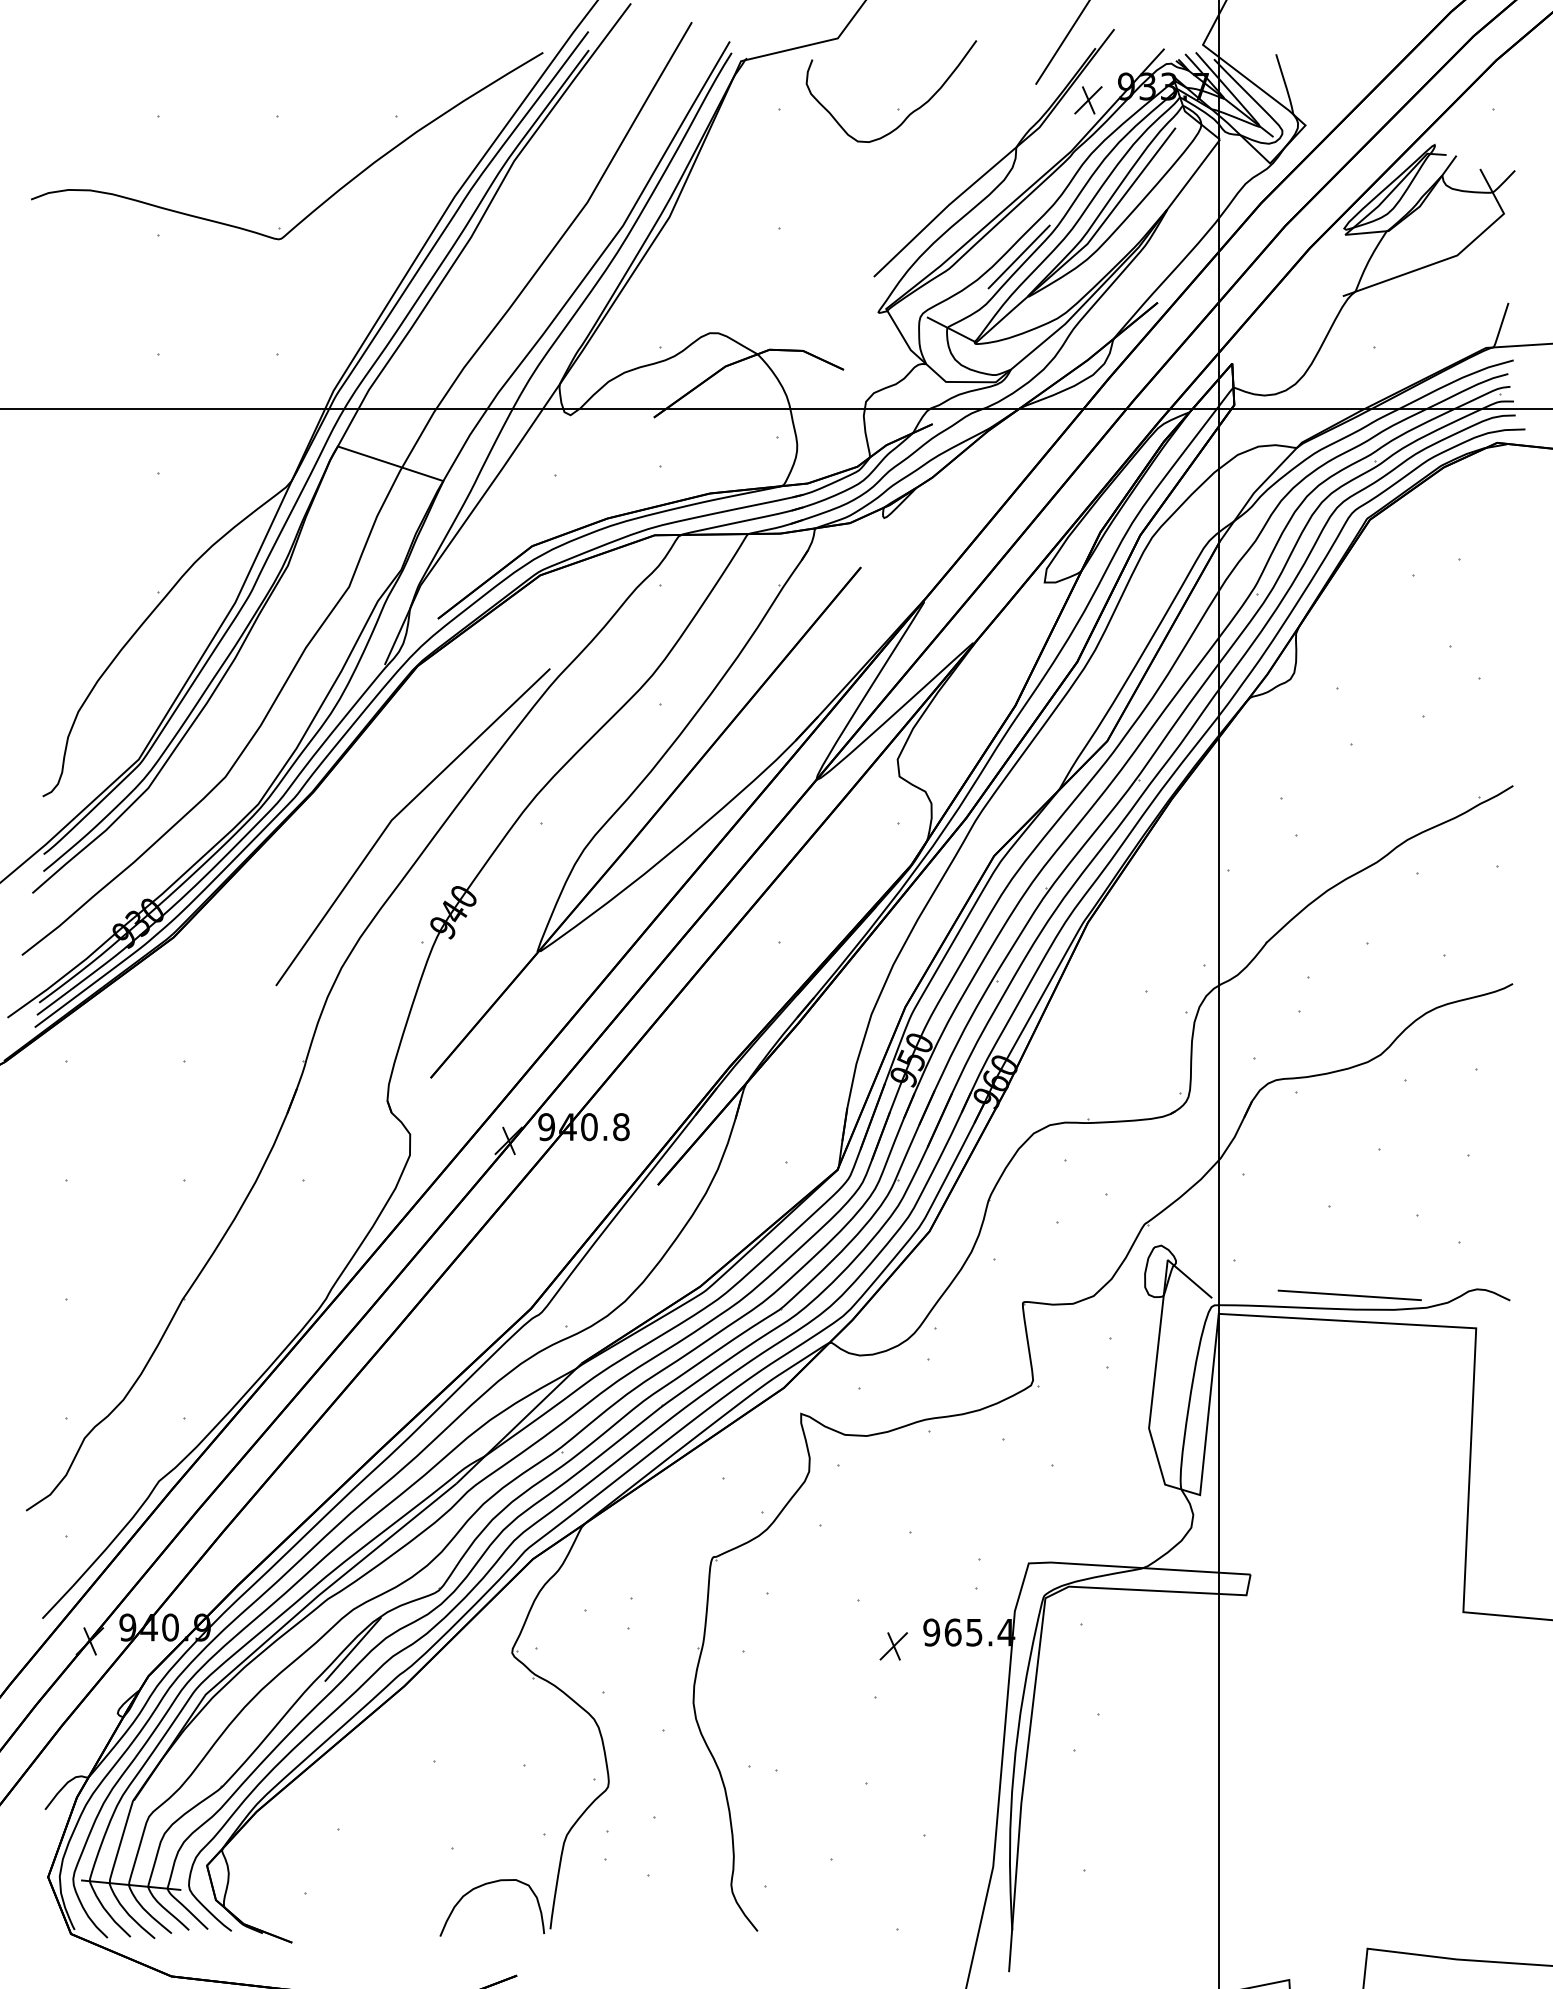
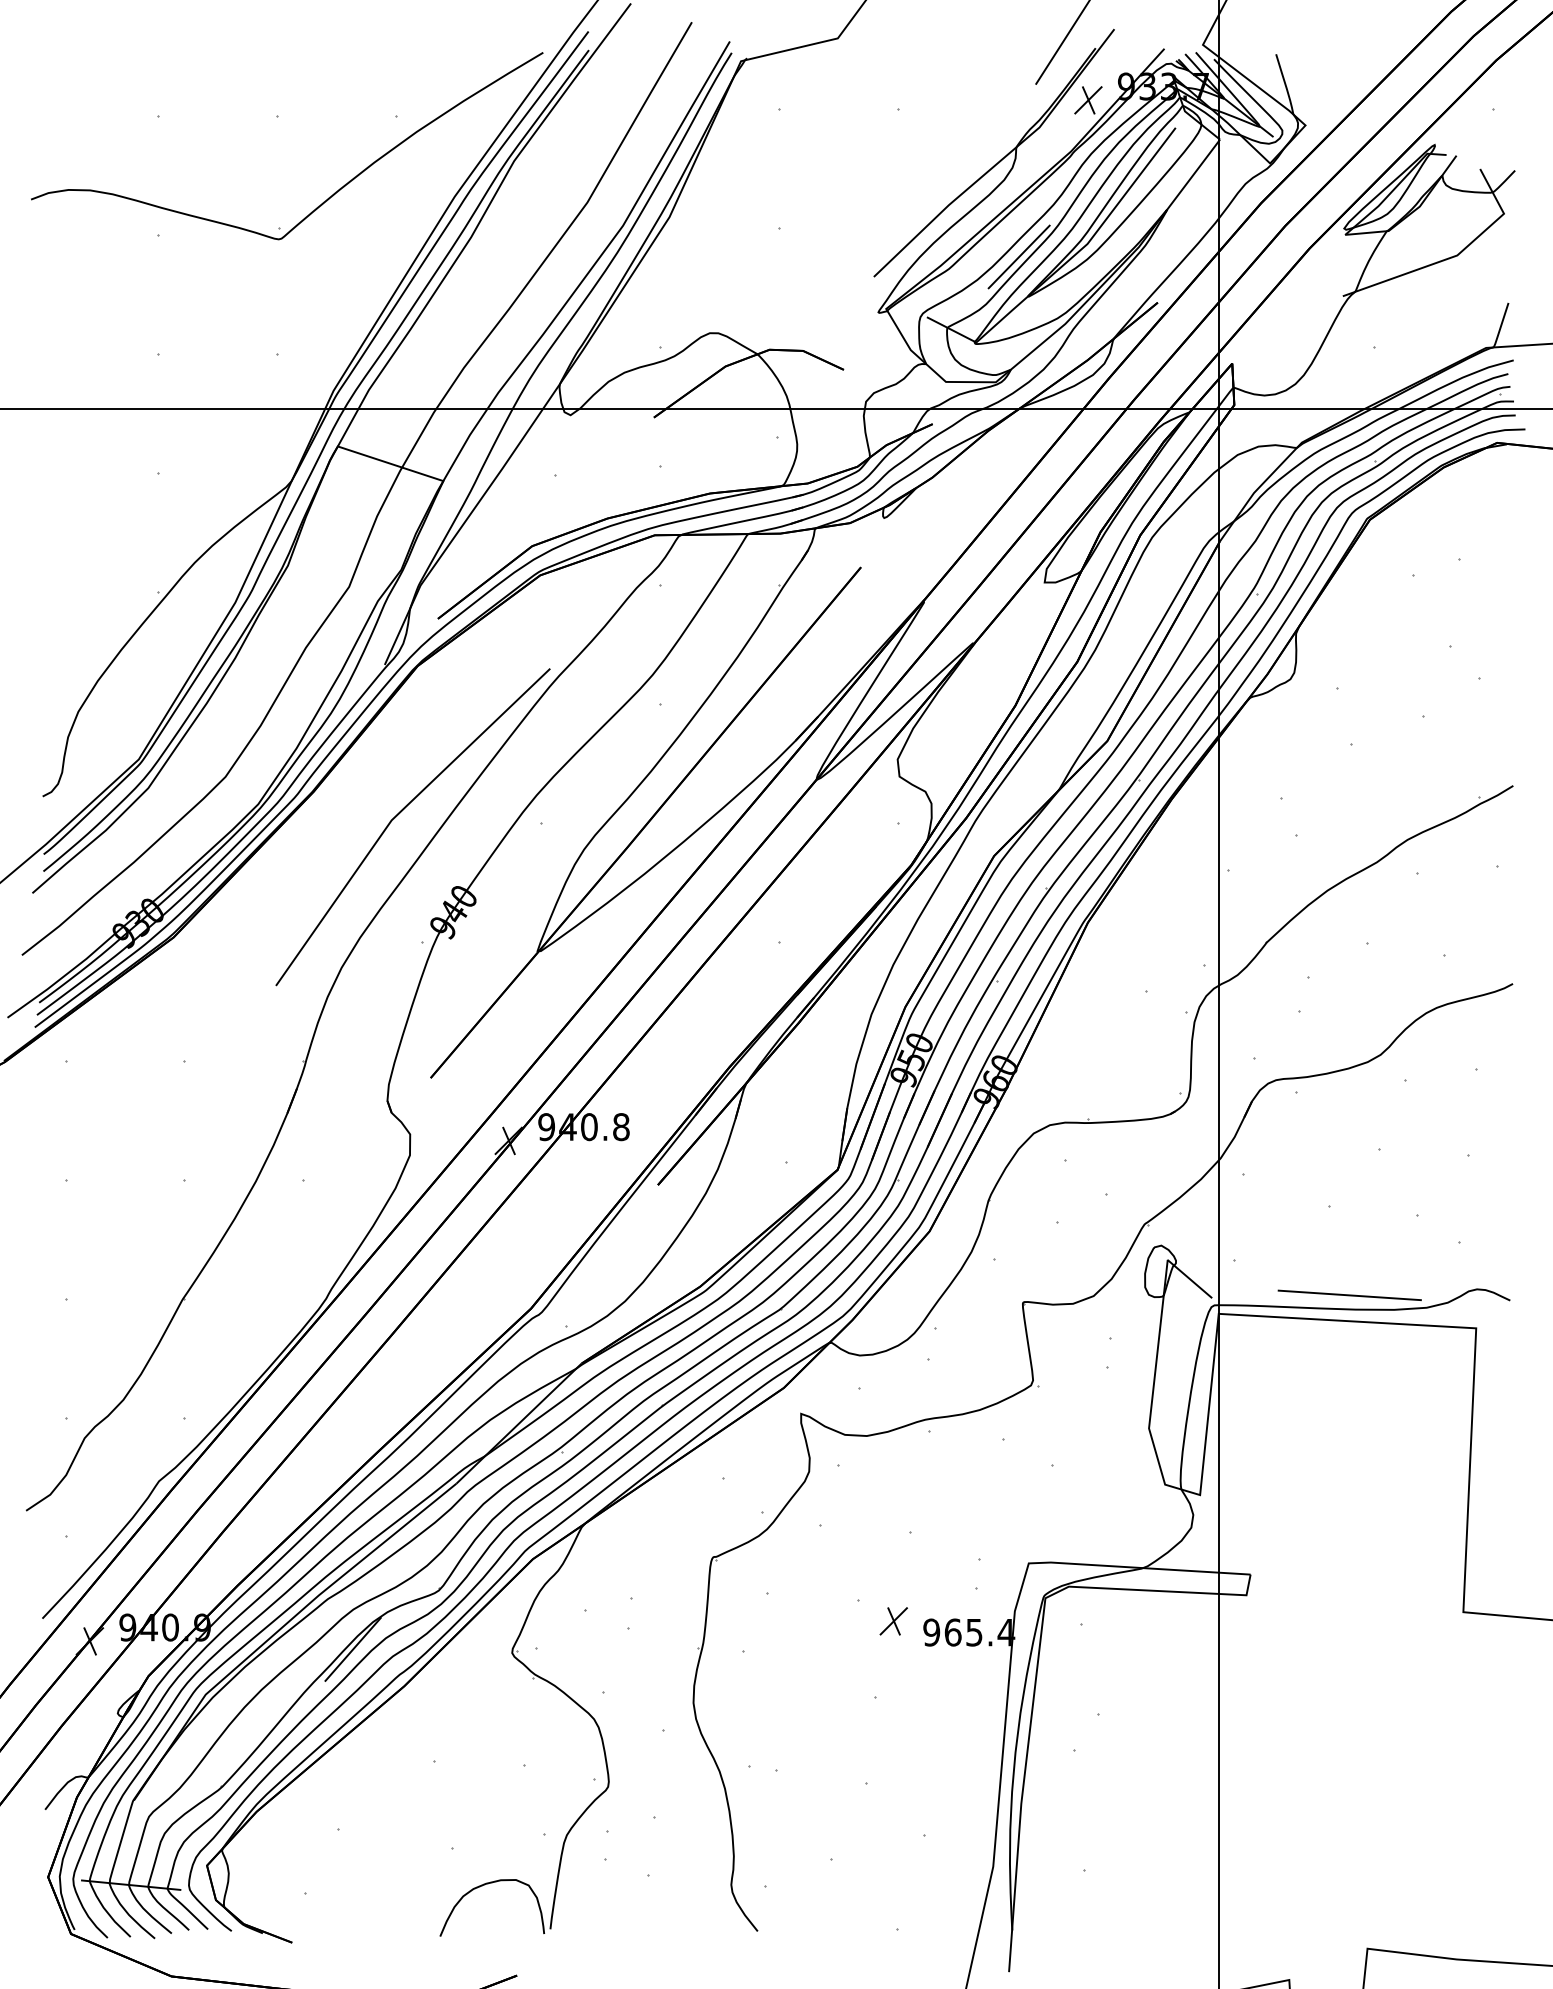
curve at (909, 113): present -> none
part at (893, 1646) position: (893, 1646) -> (893, 1621)
